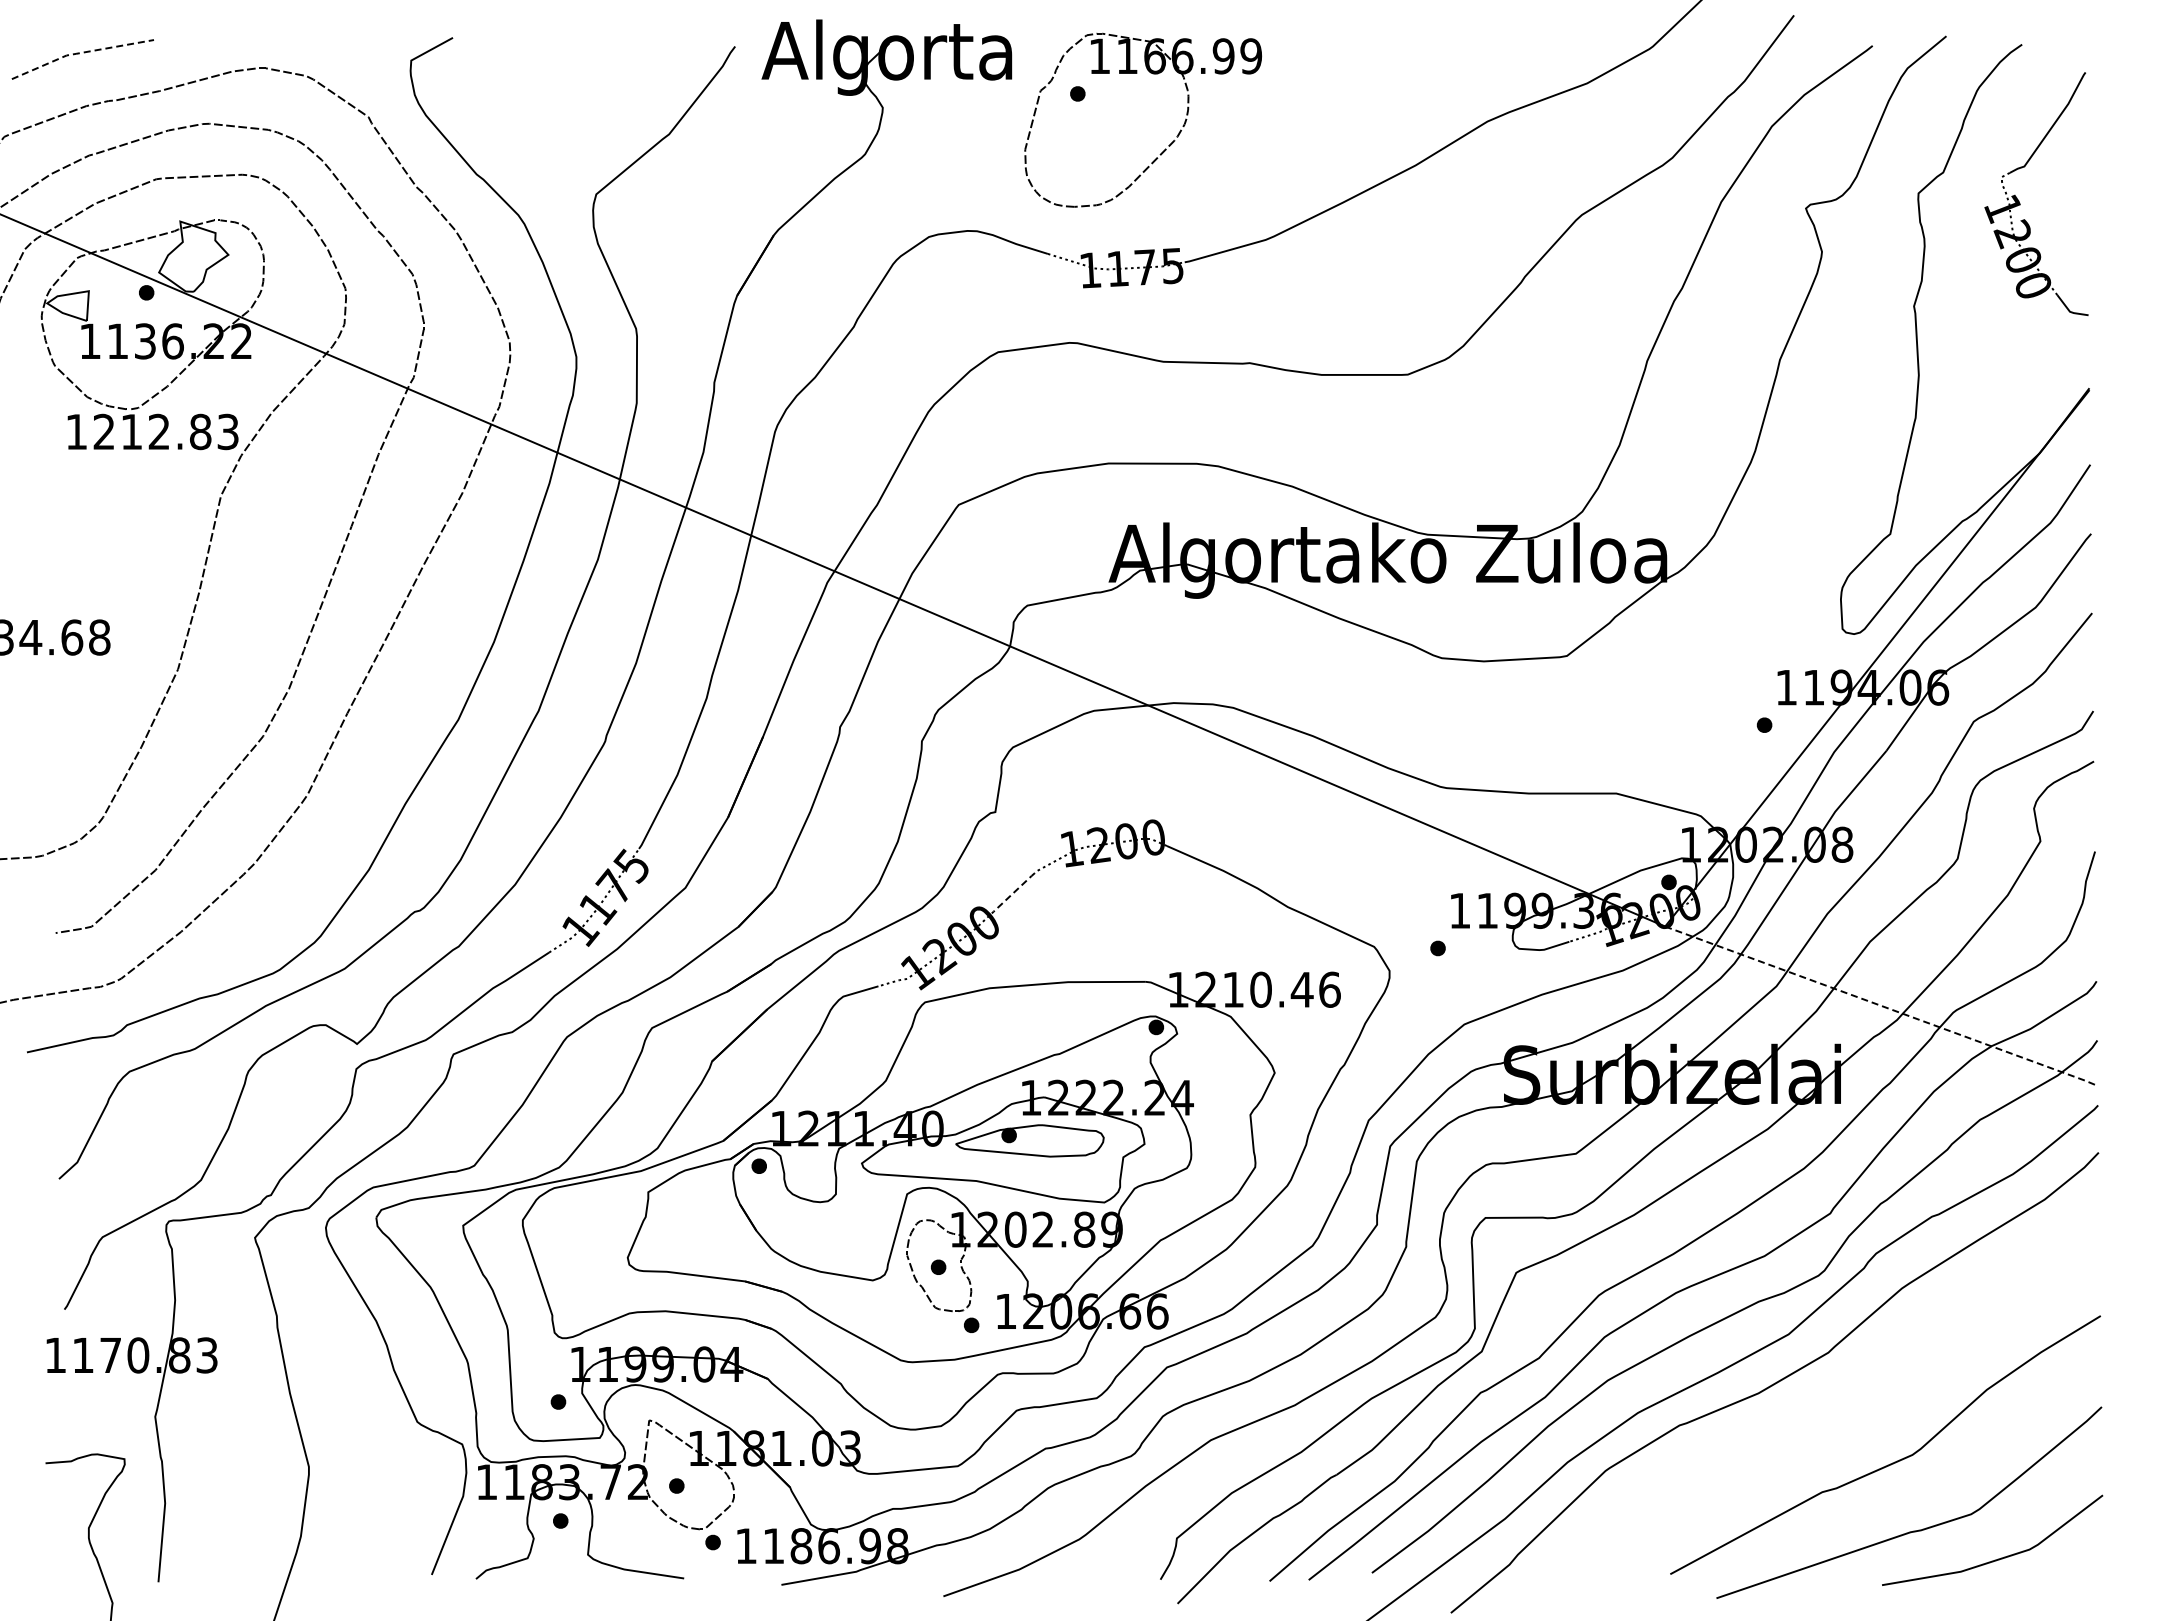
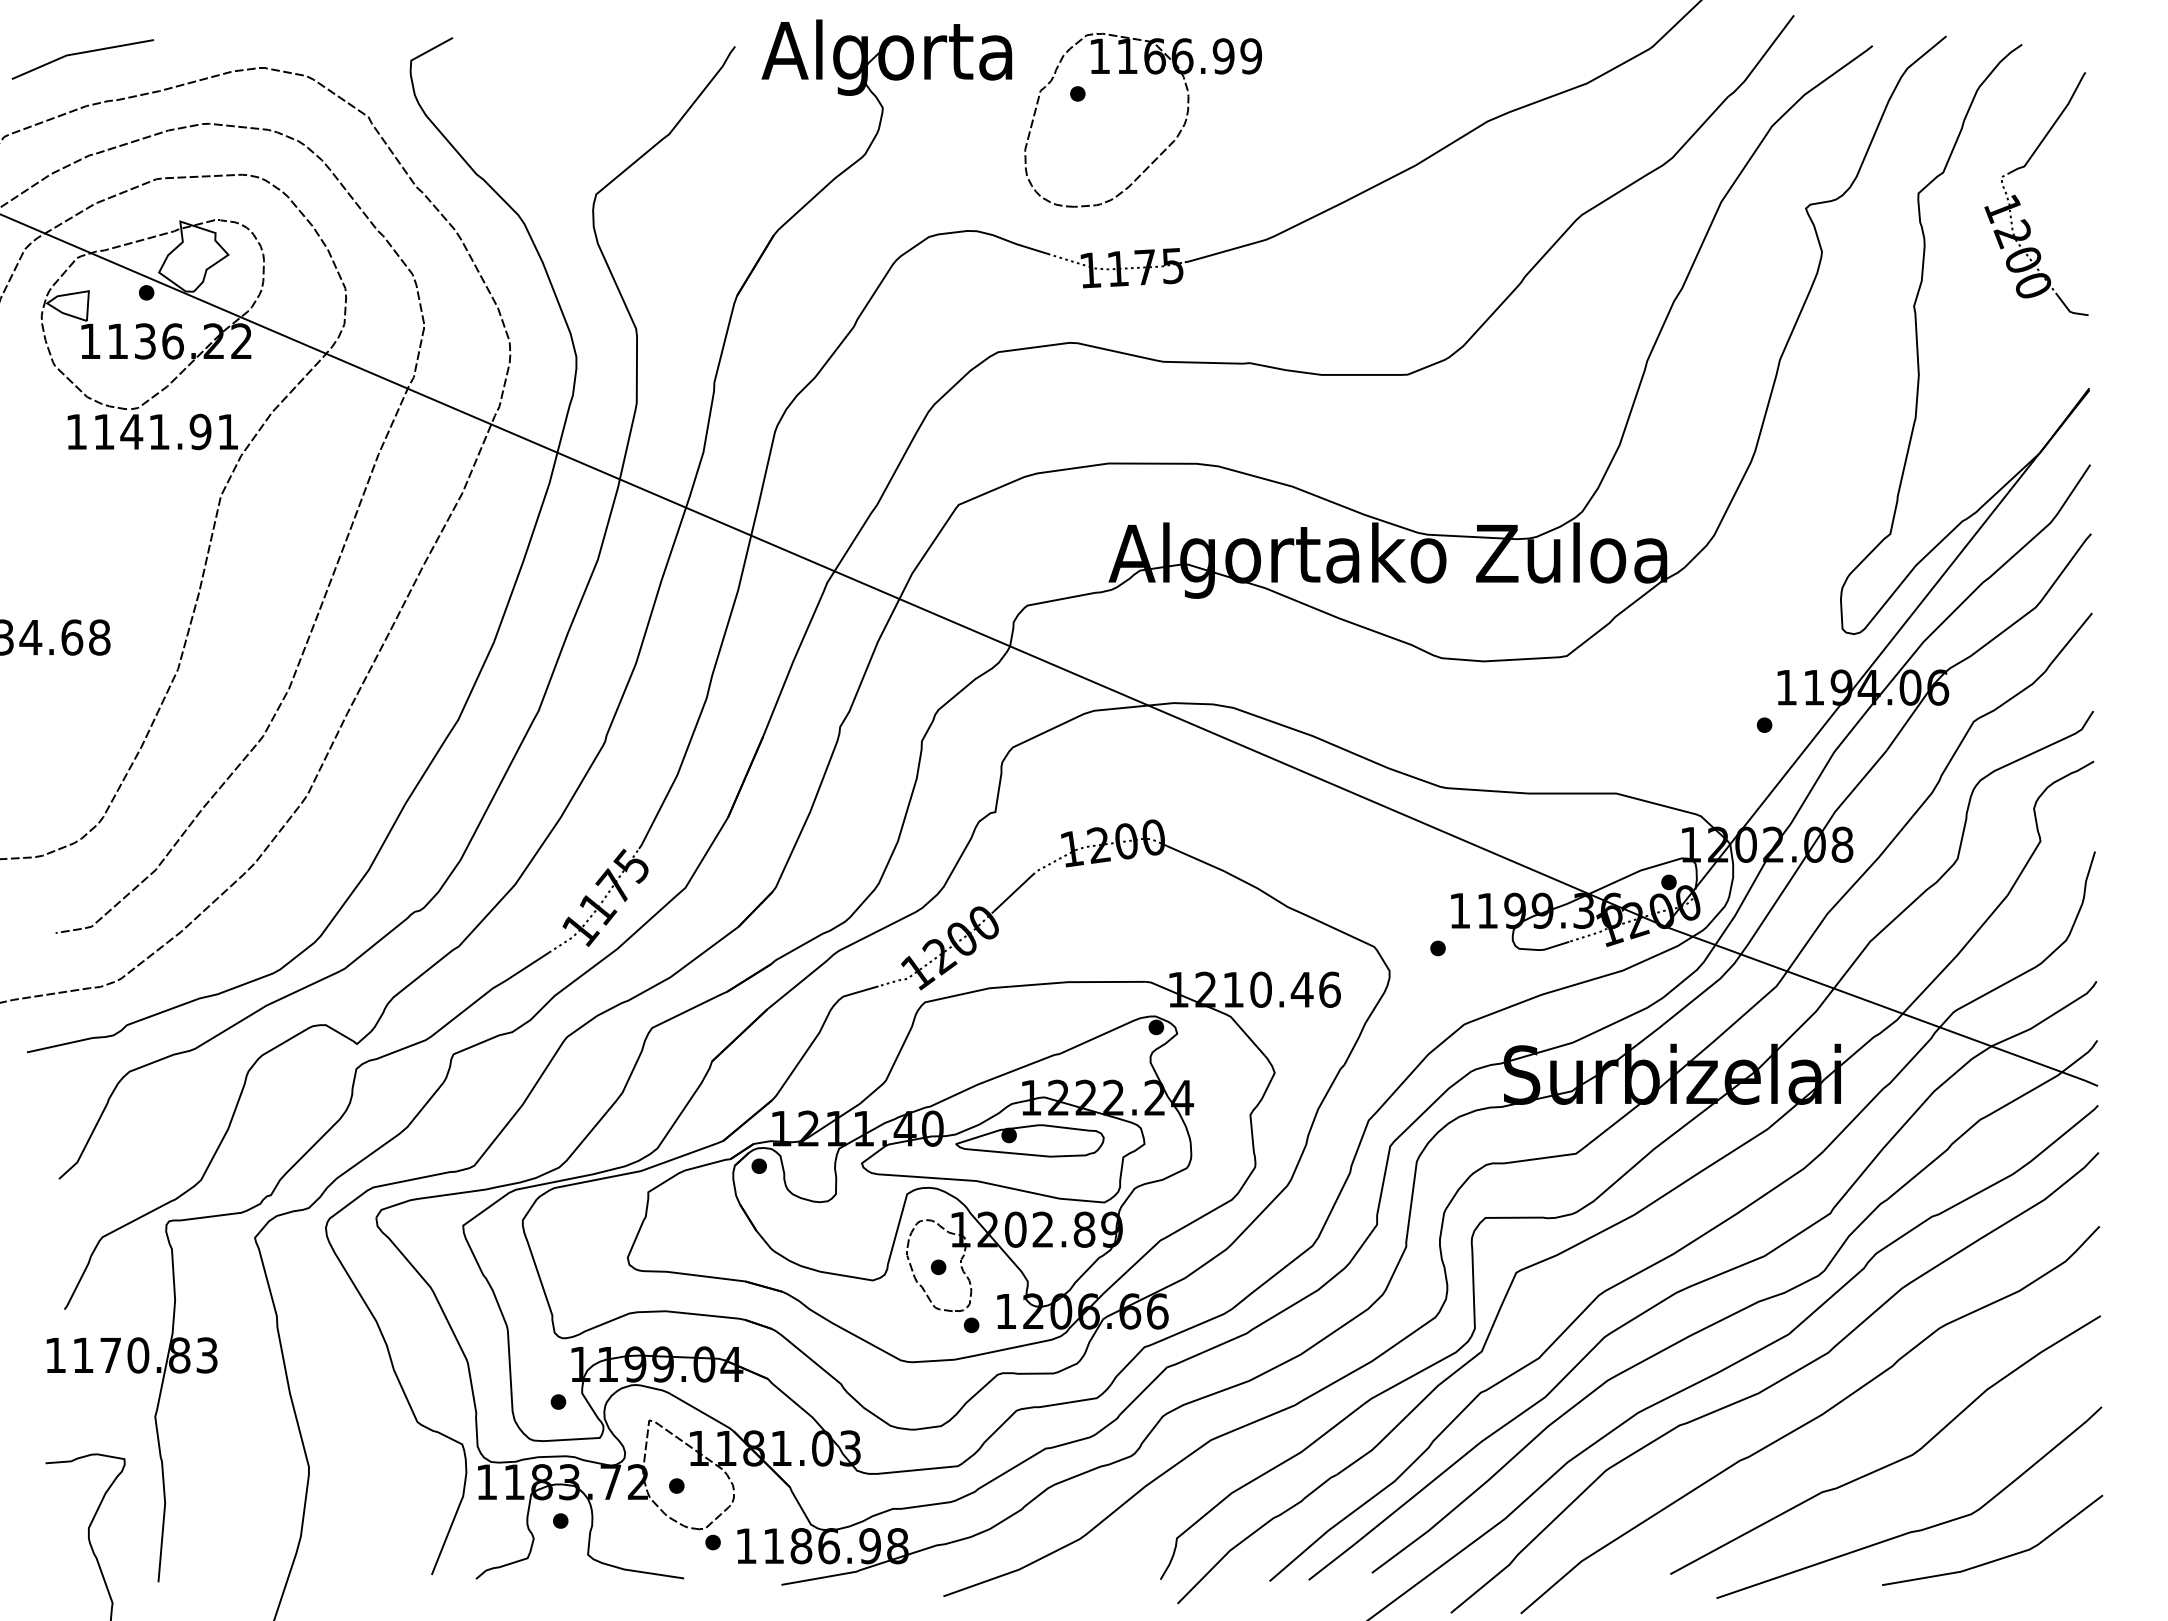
line at (79, 53): dashed -> solid
text at (165, 431): 1212.83 -> 1141.91
line at (1014, 892): dashed -> solid
line at (1882, 1006): dashed -> solid
curve at (1809, 1420): none -> present
